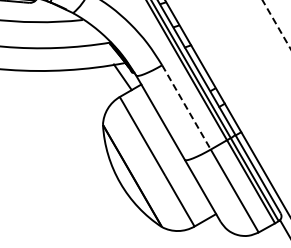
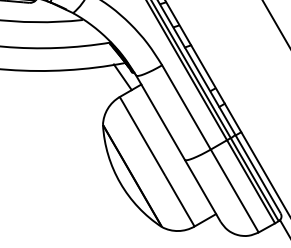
line at (276, 24): dashed -> solid
line at (186, 107): dashed -> solid
